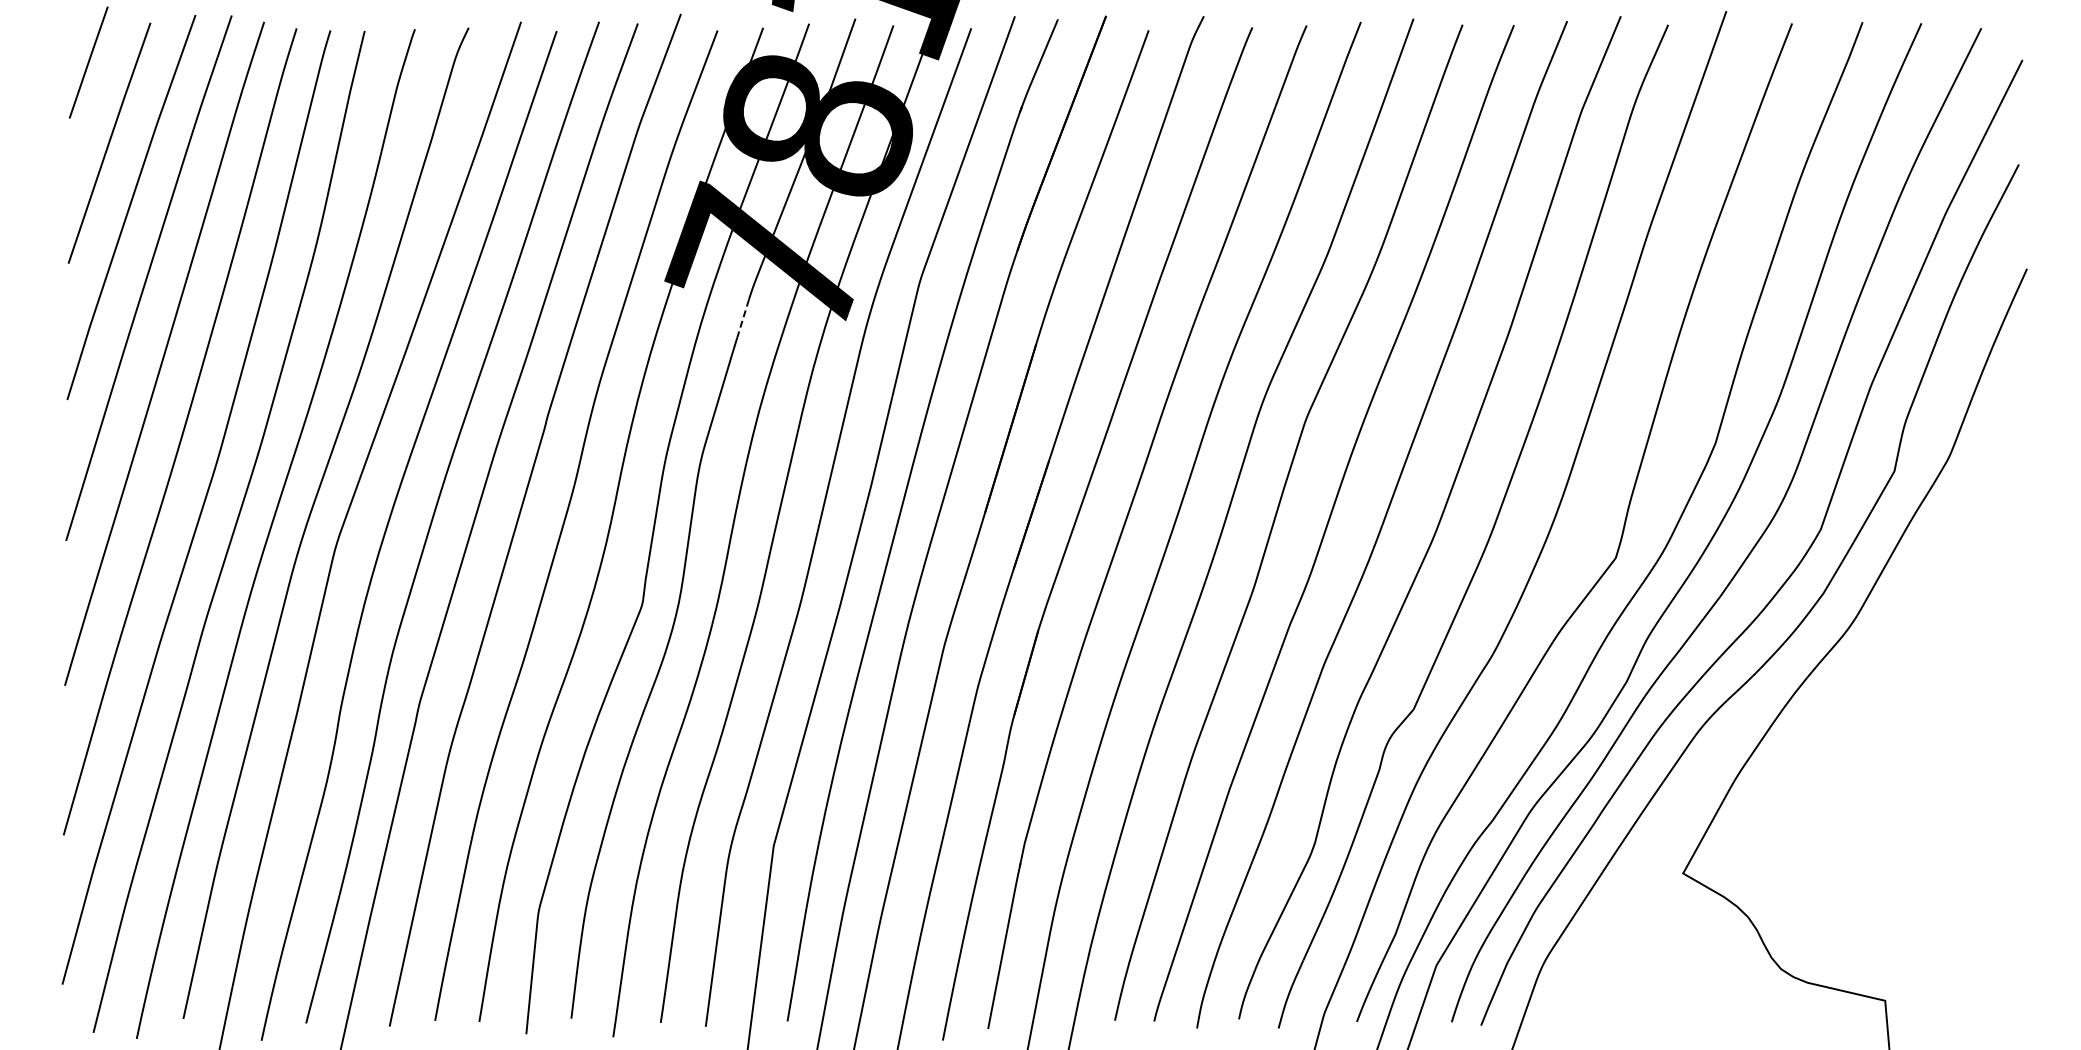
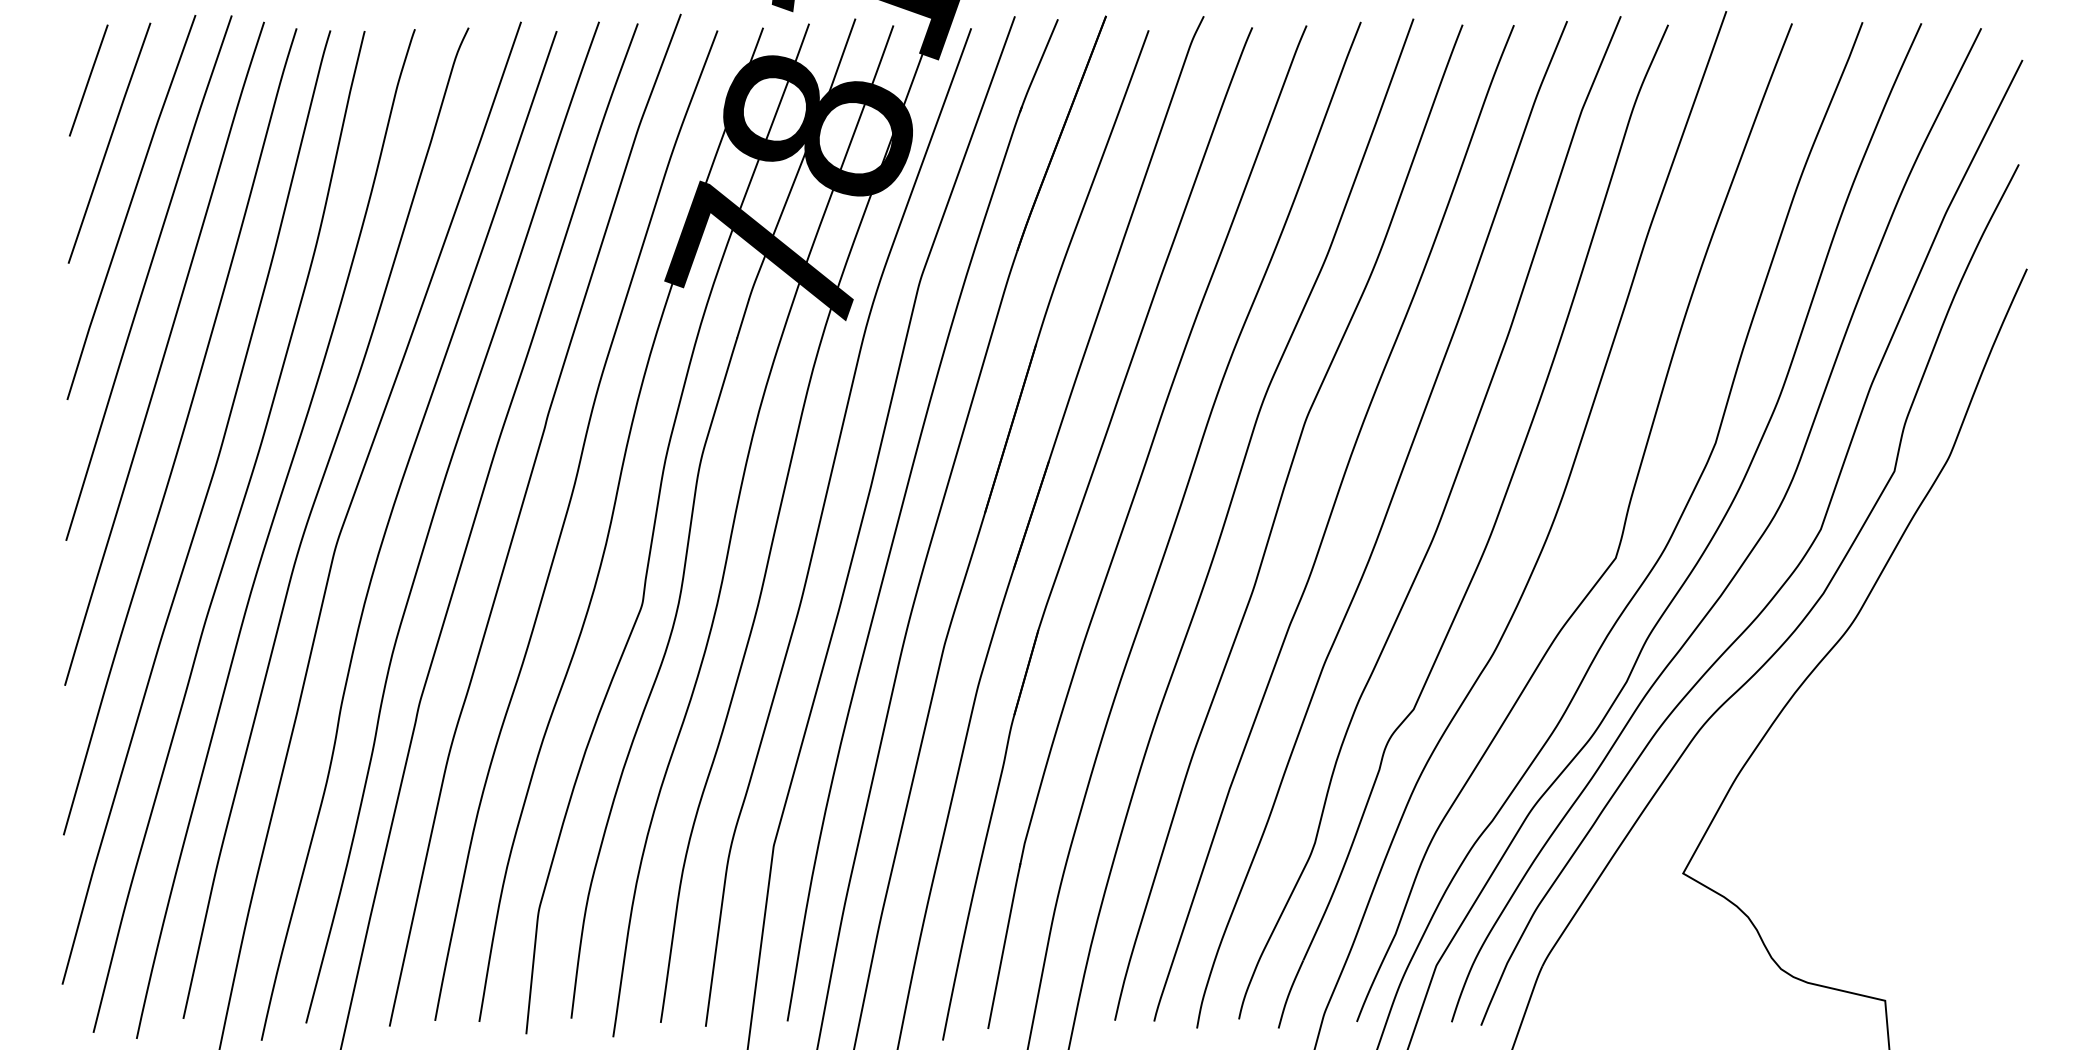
line at (88, 62) position: (88, 62) -> (88, 80)
line at (743, 318): dashed -> solid
